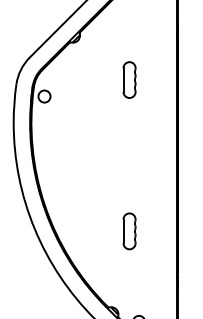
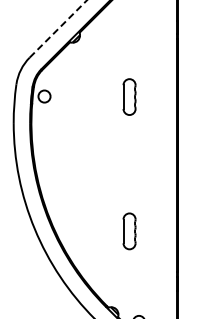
line at (58, 28): solid -> dashed
part at (129, 79) position: (129, 79) -> (129, 96)
